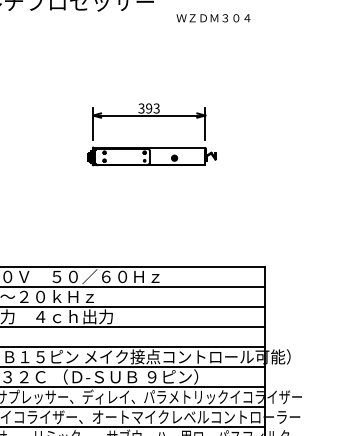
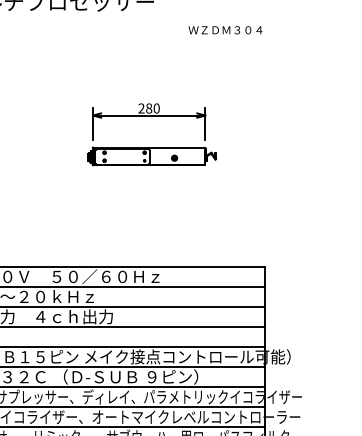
text at (213, 18) position: (213, 18) -> (225, 30)
text at (148, 108): 393 -> 280
